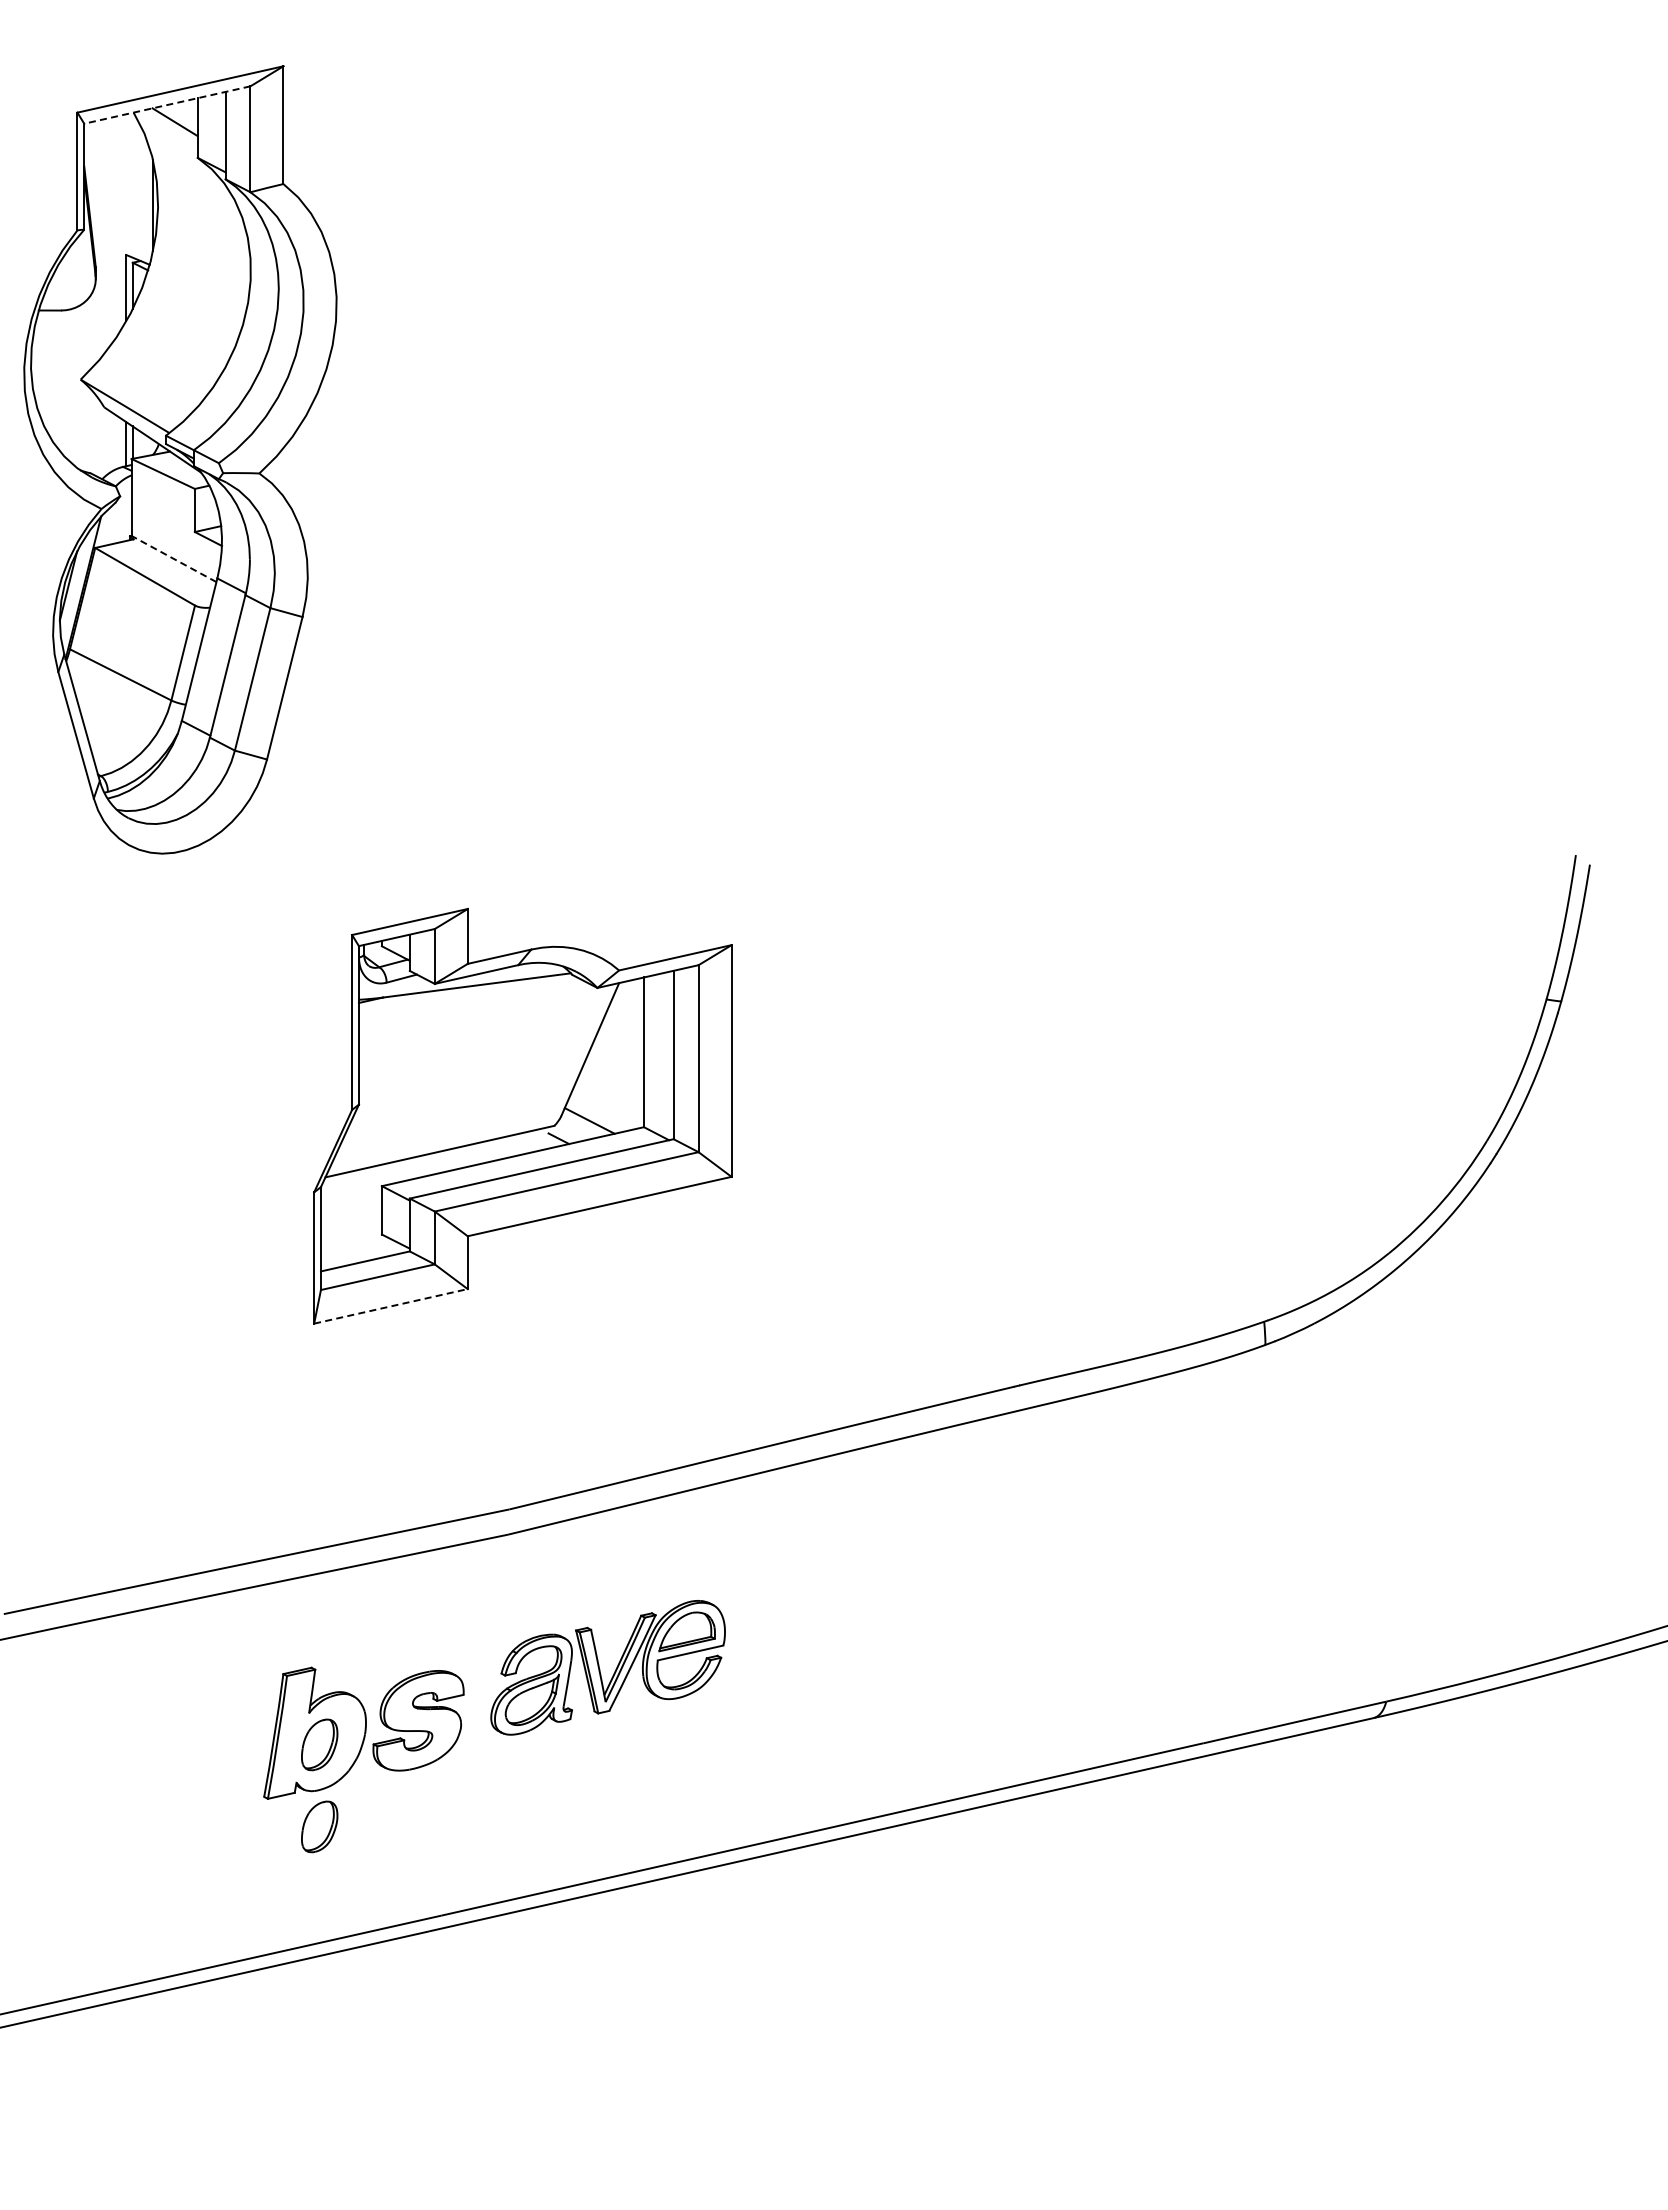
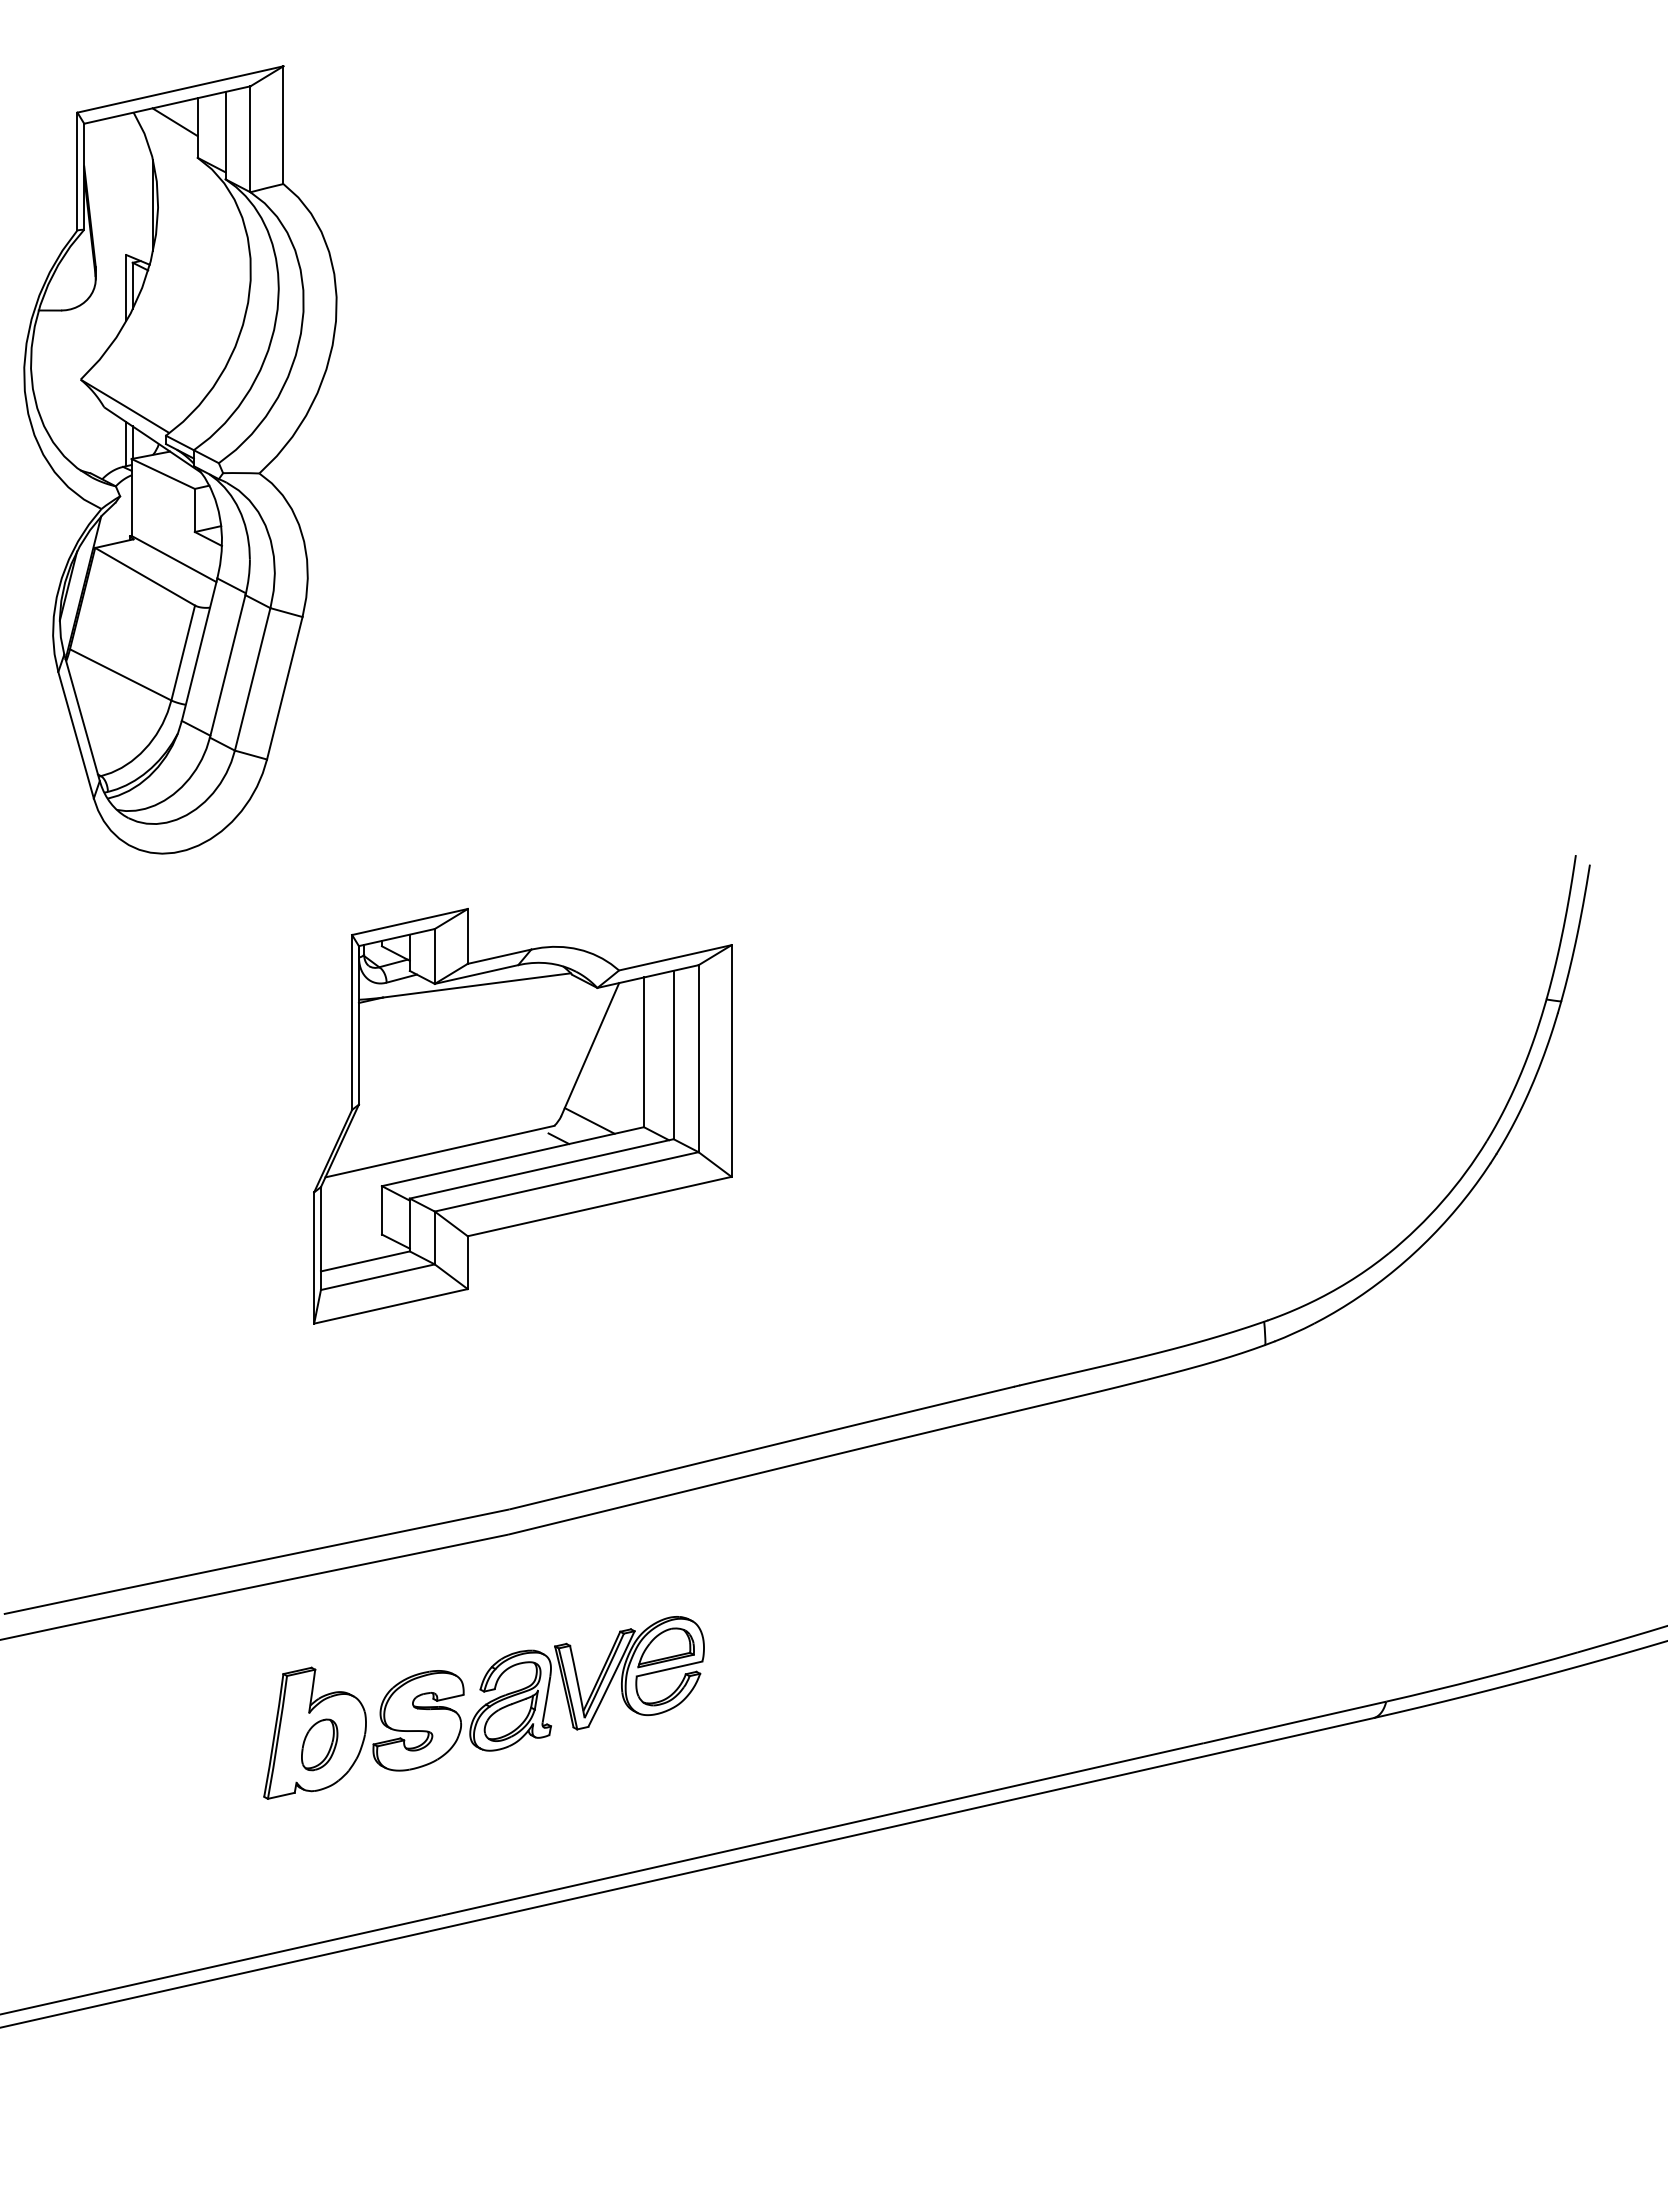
line at (166, 105): dashed -> solid
line at (173, 558): dashed -> solid
line at (390, 1306): dashed -> solid
part at (600, 1669) position: (600, 1669) -> (579, 1685)
part at (319, 1826): present -> none
